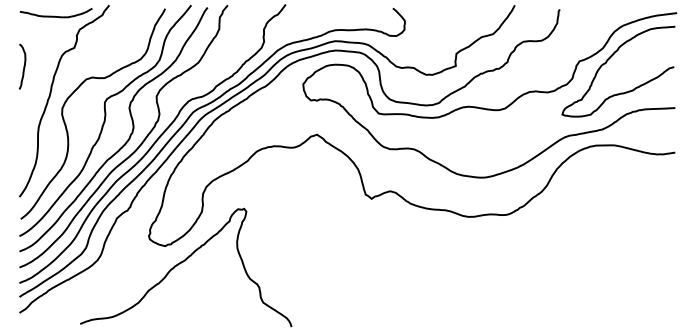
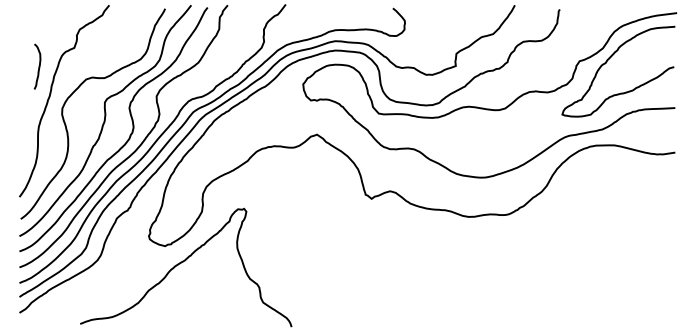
curve at (54, 15): present -> none
curve at (23, 66) position: (23, 66) -> (38, 66)
